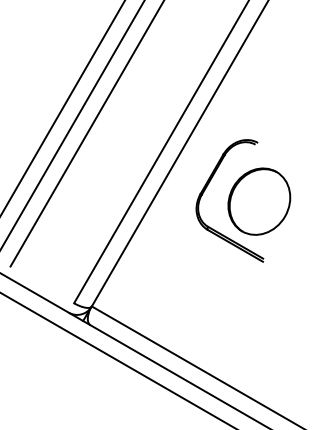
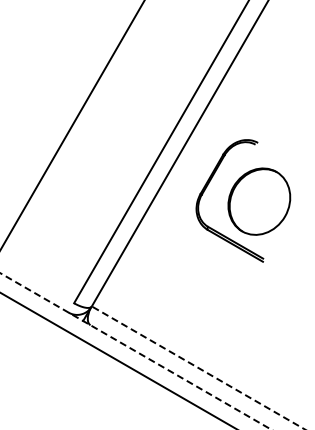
line at (63, 107): present -> none
line at (86, 134): present -> none
line at (135, 351): solid -> dashed
line at (198, 367): solid -> dashed
